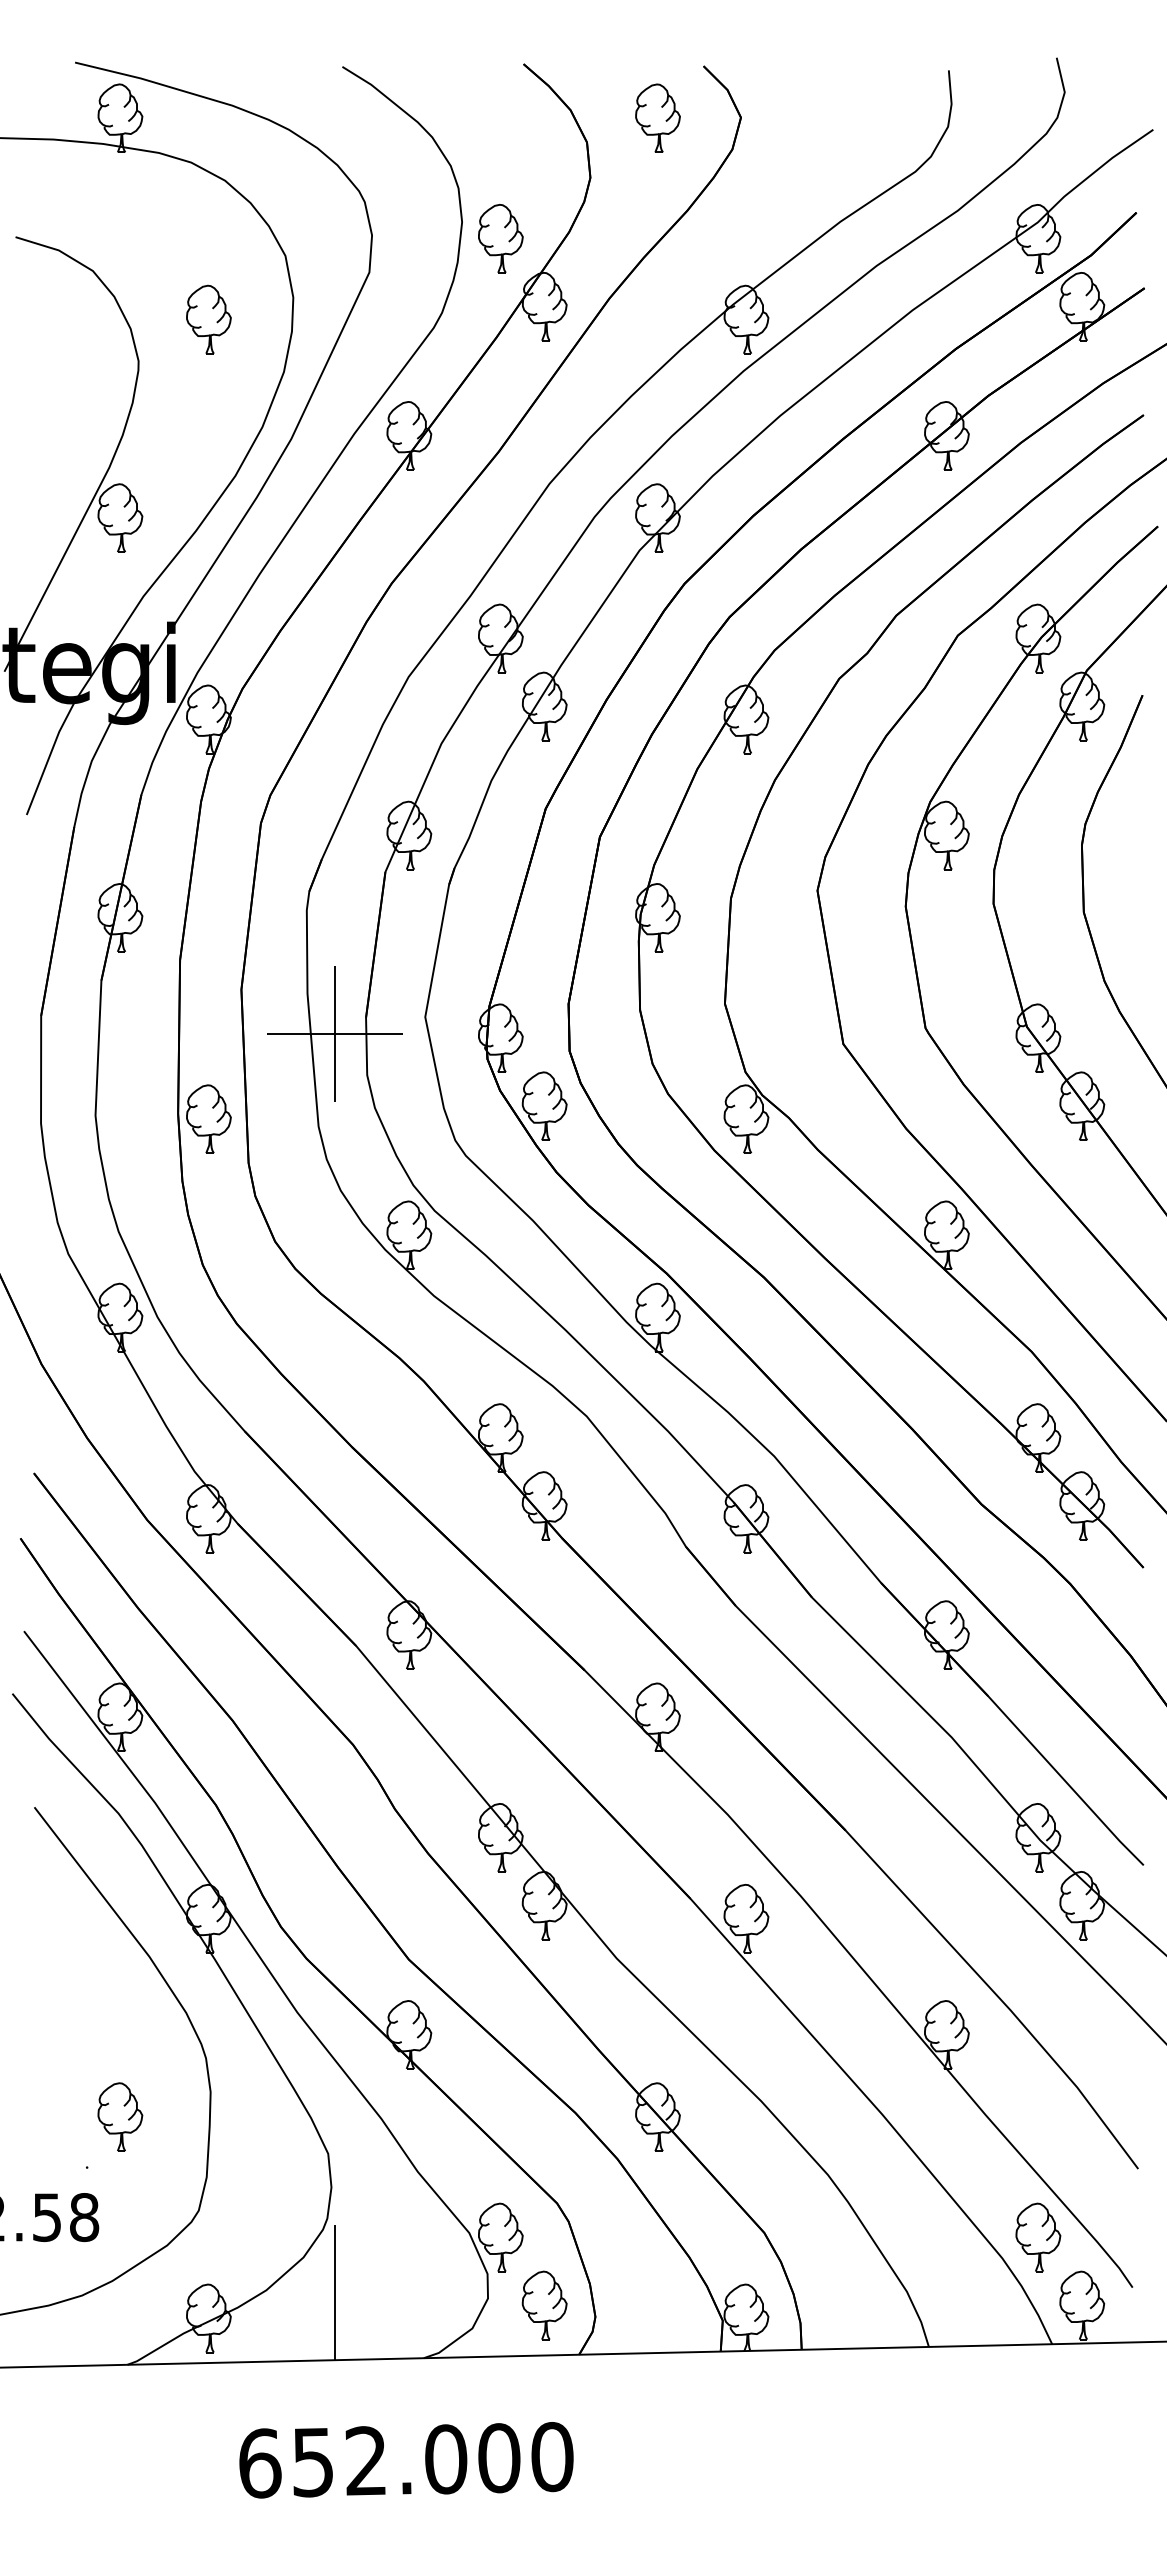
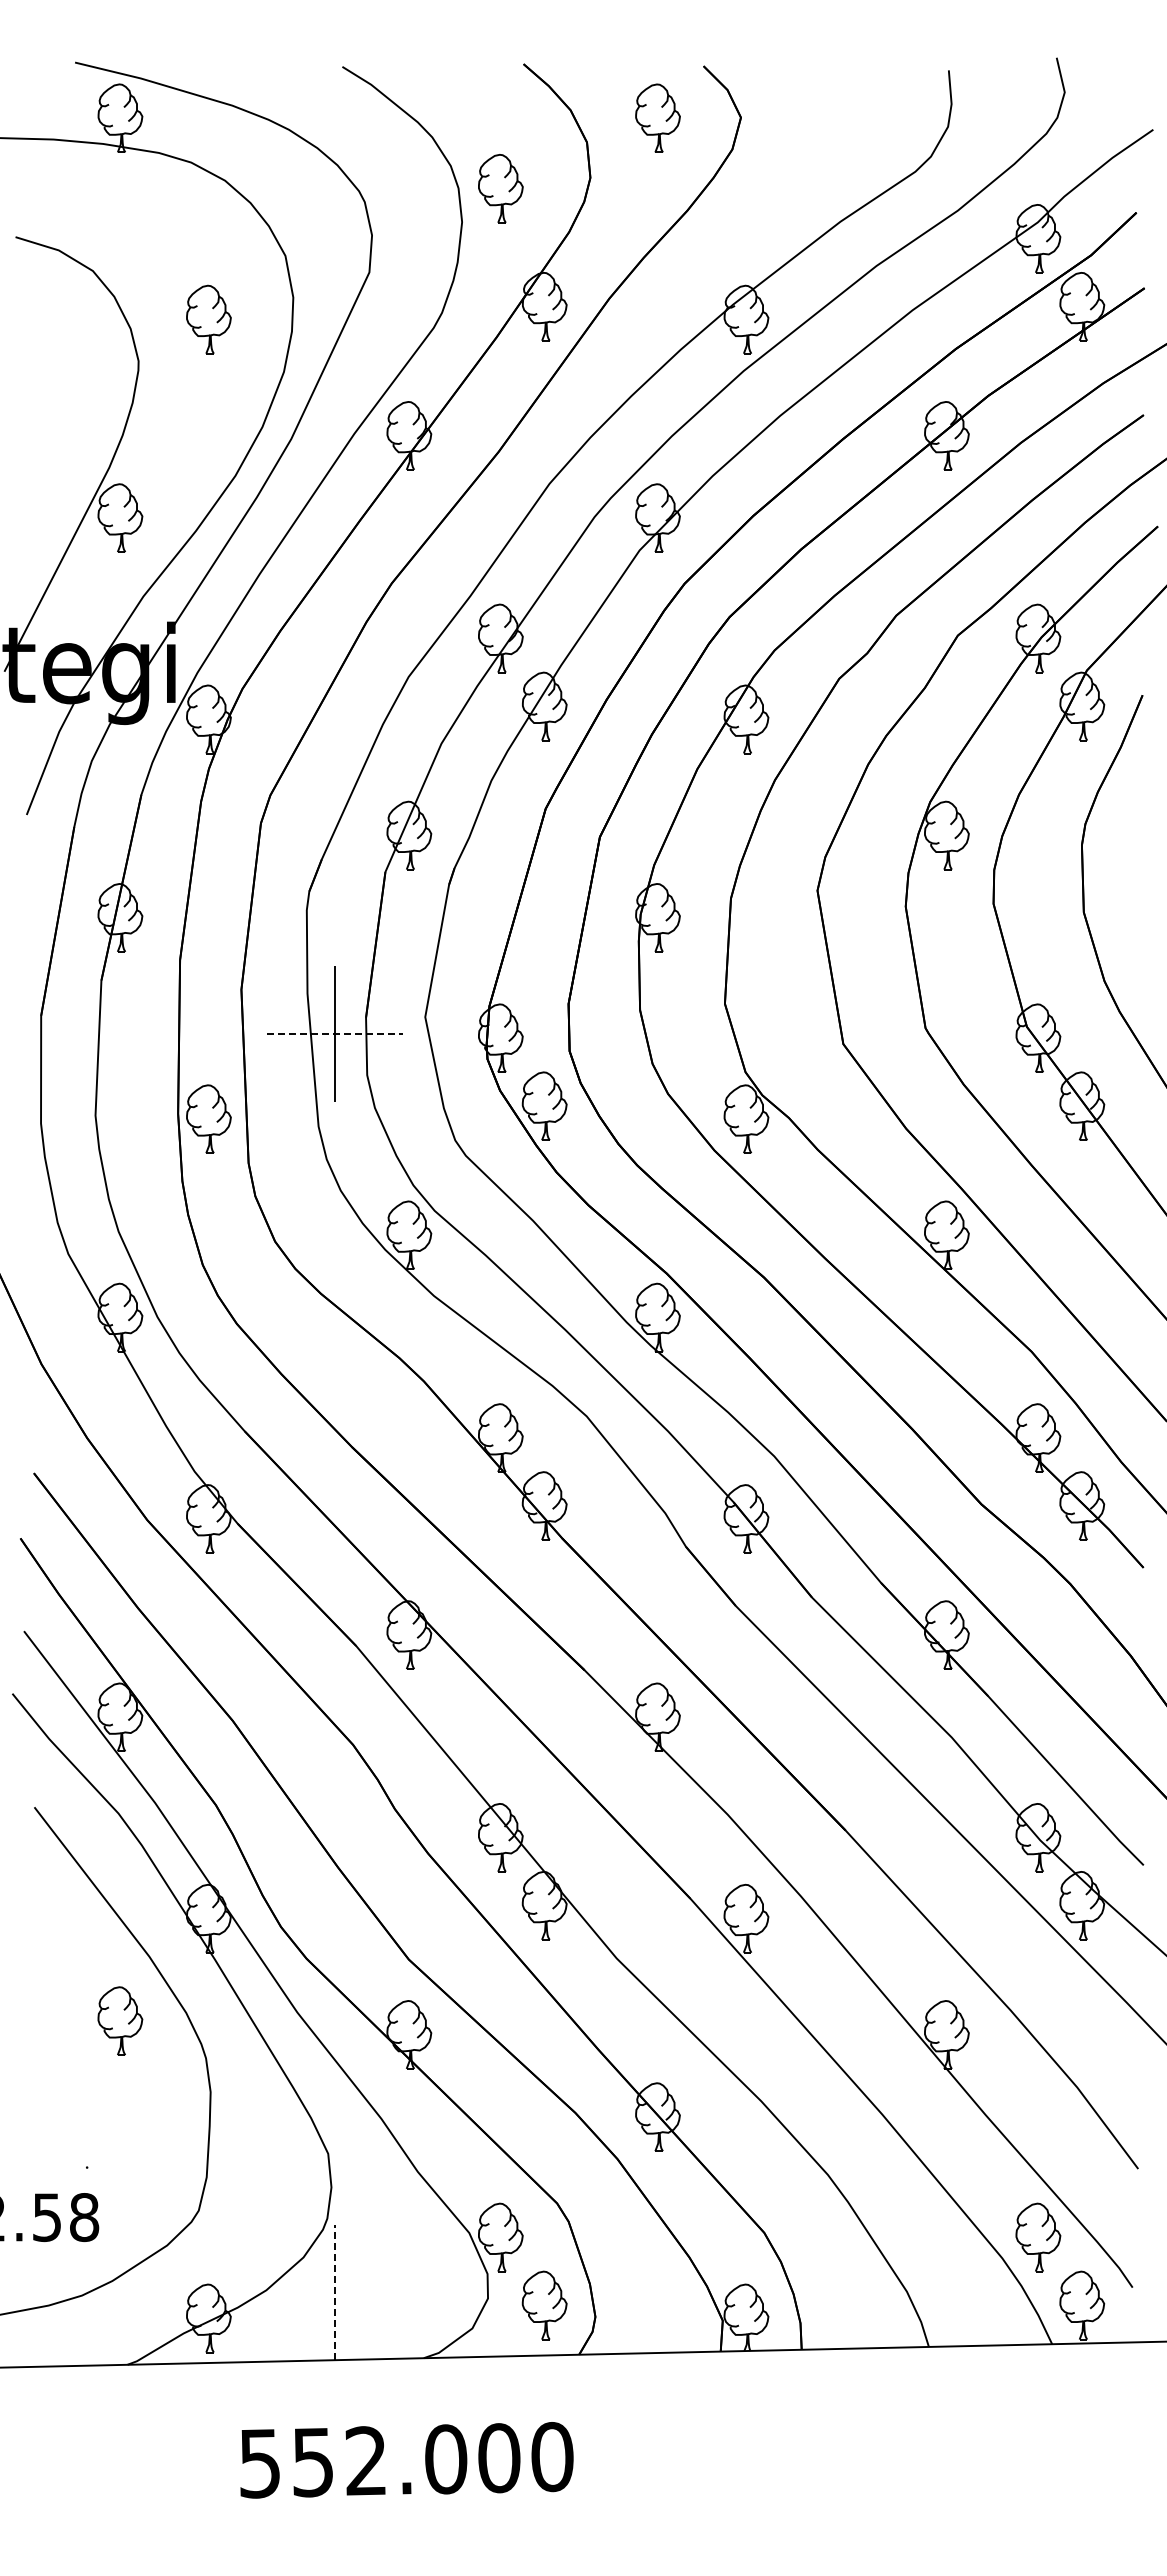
part at (500, 238) position: (500, 238) -> (500, 188)
line at (334, 1034): solid -> dashed
part at (120, 2116) position: (120, 2116) -> (120, 2020)
line at (334, 2292): solid -> dashed
text at (260, 2463): 652.000 -> 552.000
